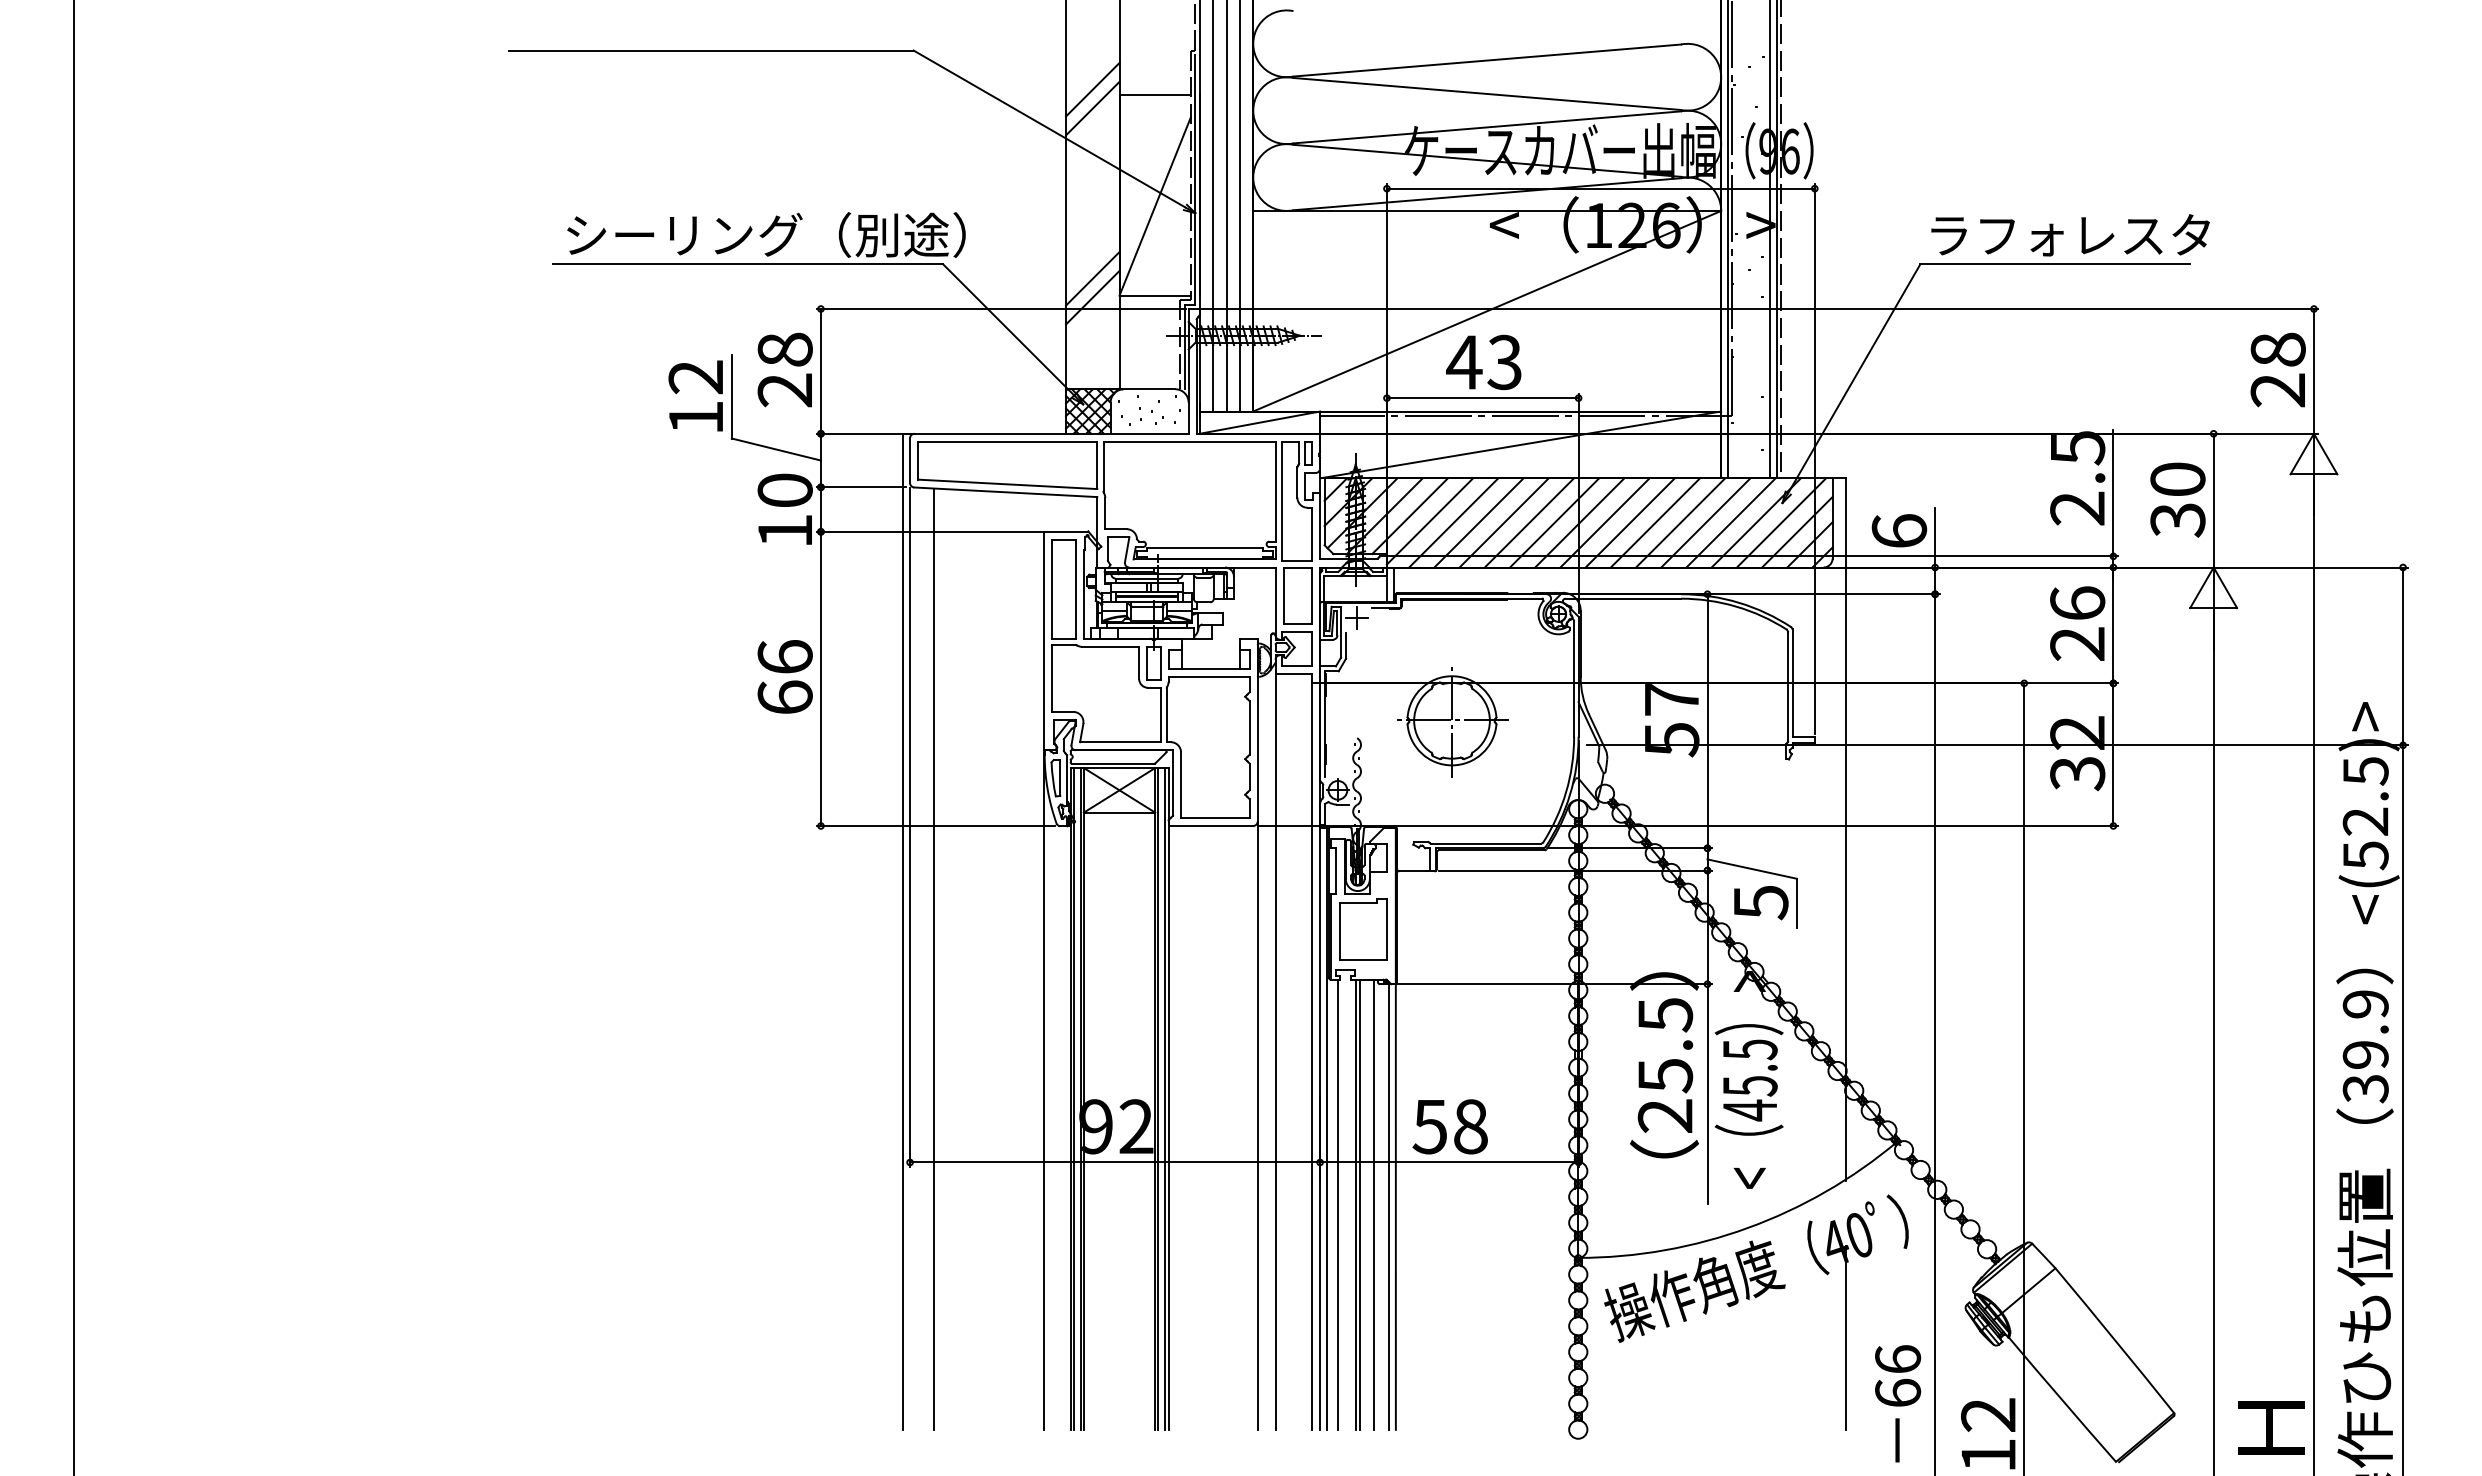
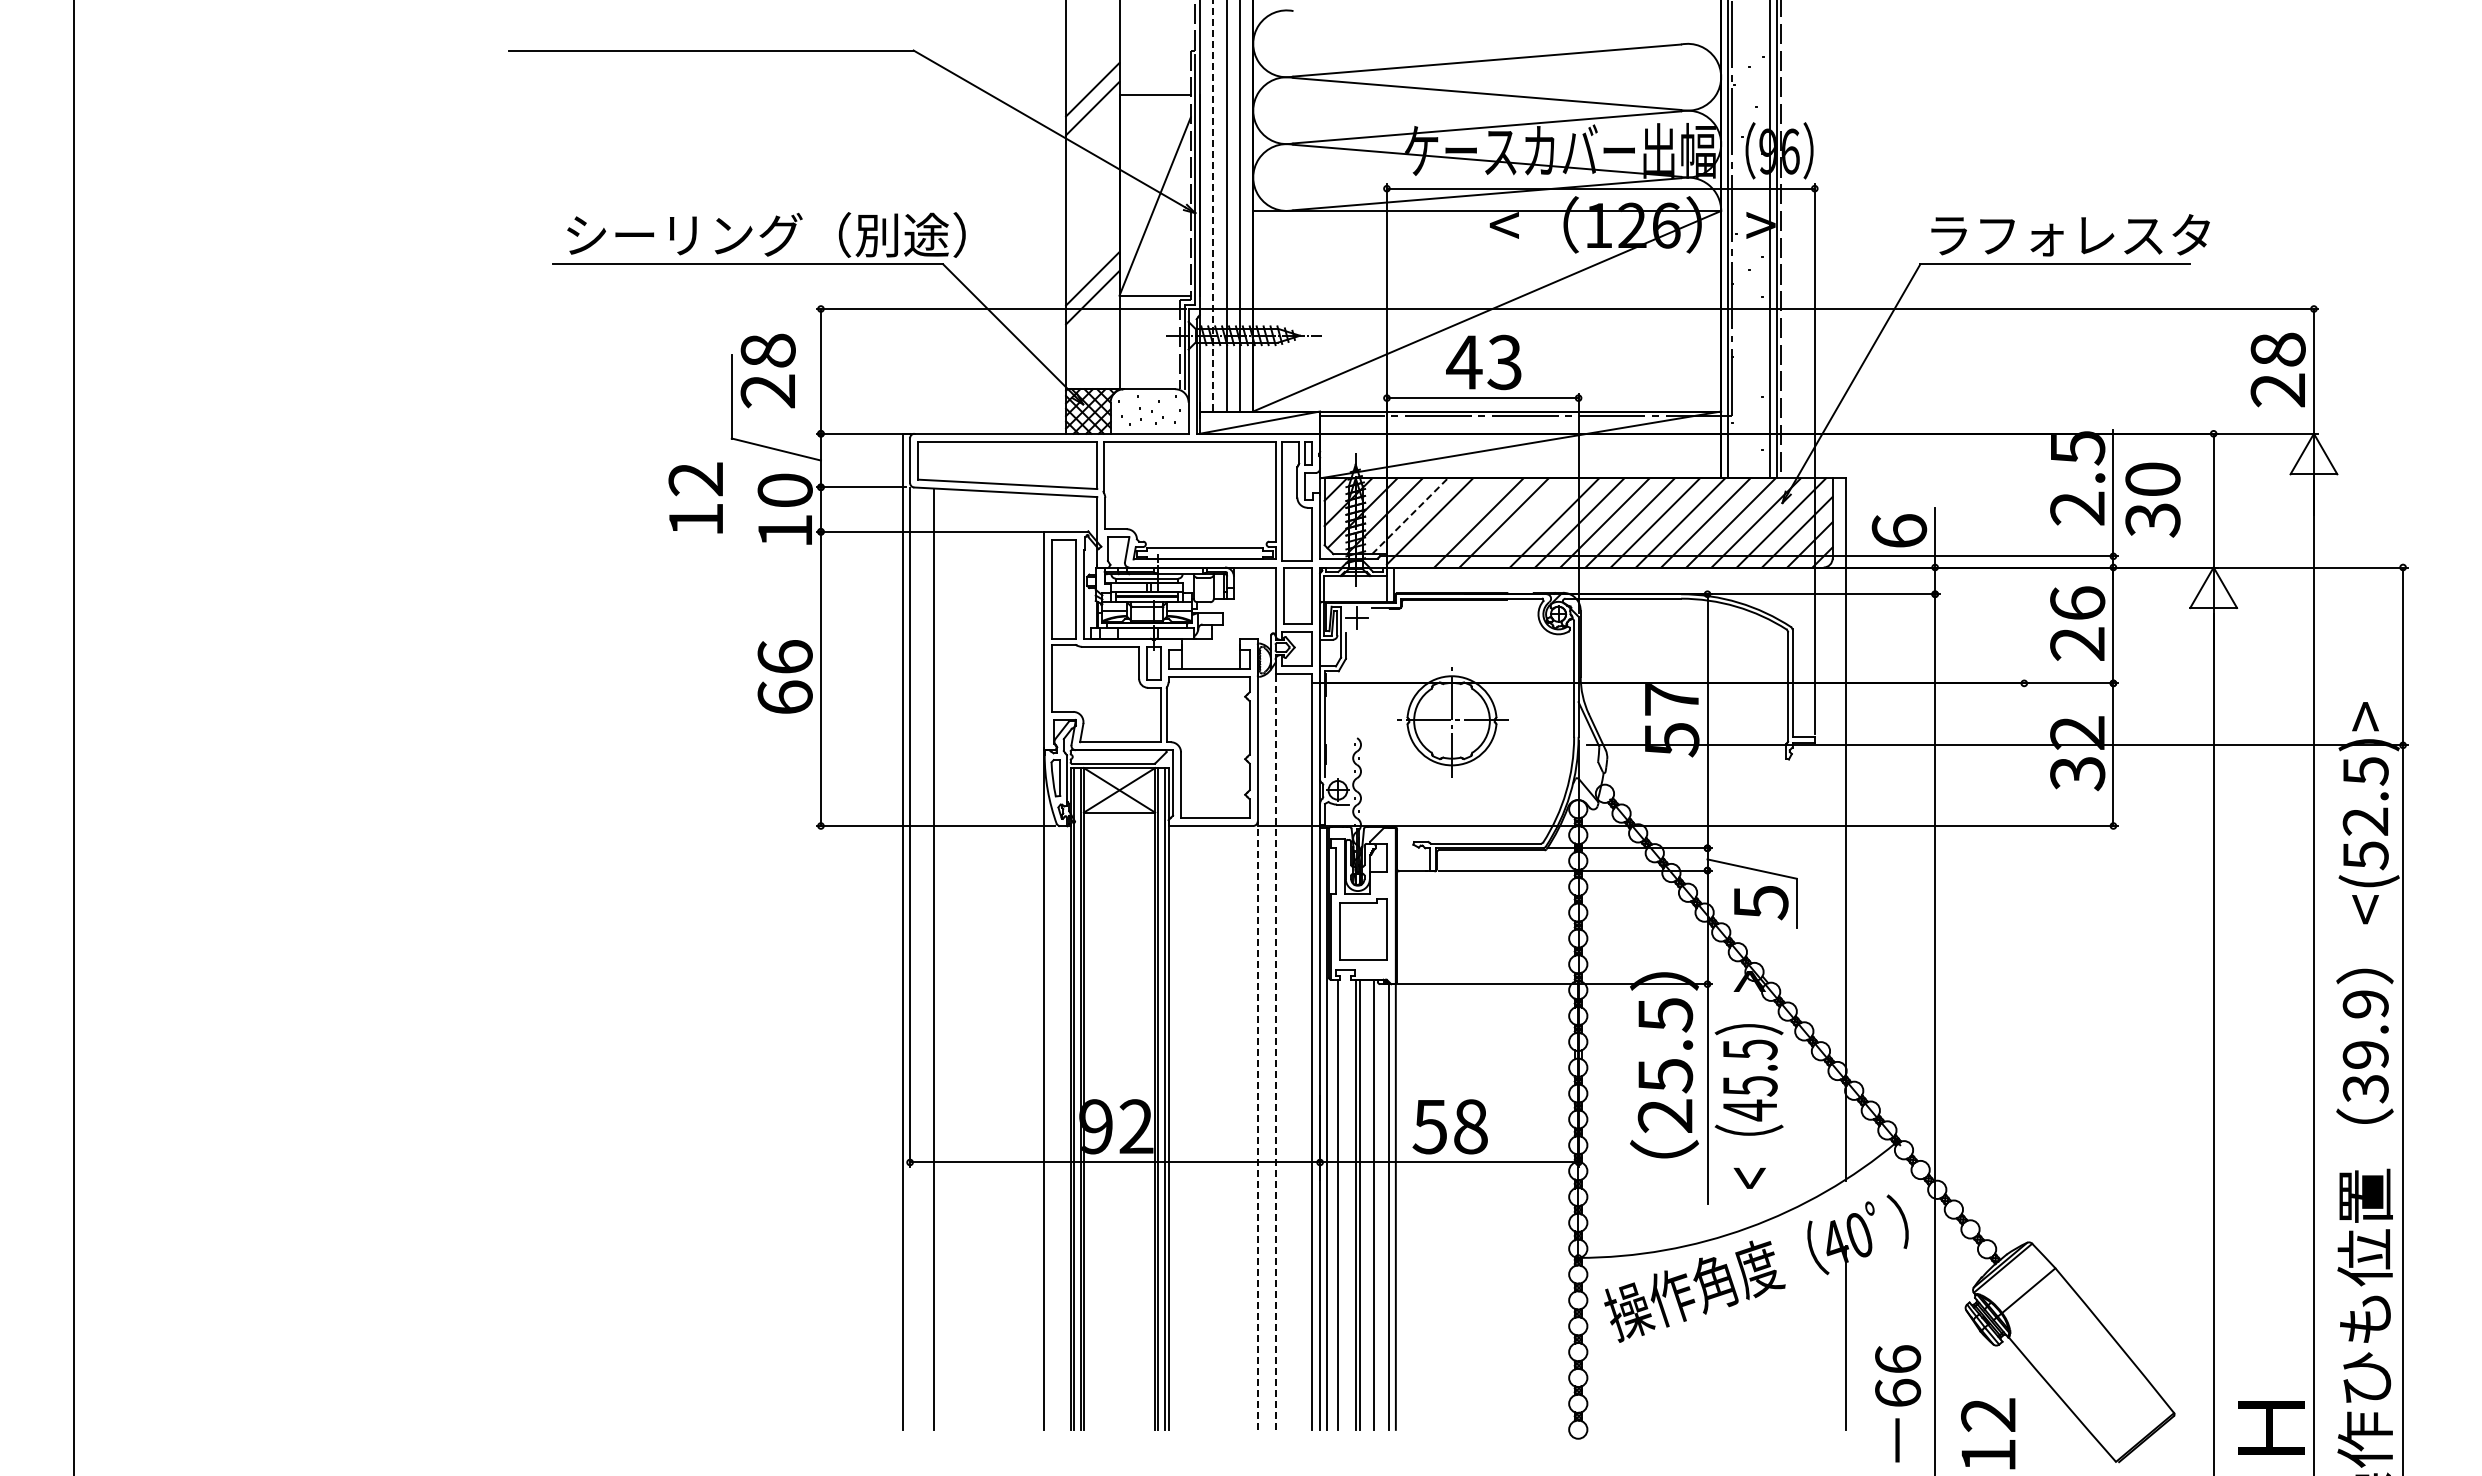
line at (1213, 206): solid -> dashed
text at (784, 369) position: (784, 369) -> (767, 370)
text at (695, 395) position: (695, 395) -> (695, 497)
text at (2177, 499) position: (2177, 499) -> (2152, 499)
line at (1410, 516): solid -> dashed
line at (1453, 522): present -> none
line at (1528, 522): present -> none
line at (1275, 1051): solid -> dashed
line at (2024, 1077): present -> none
line at (1257, 1125): solid -> dashed
